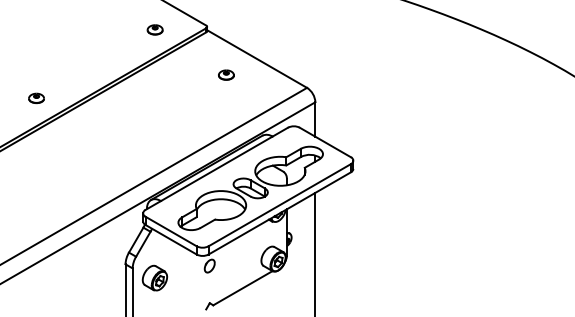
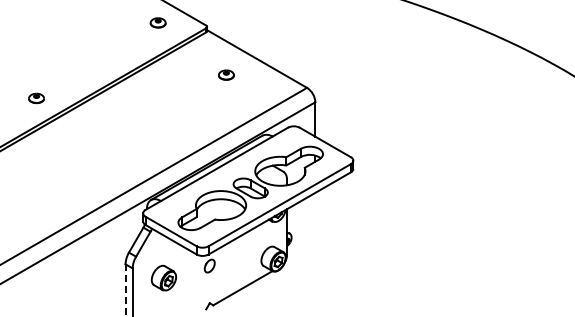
part at (154, 29) position: (154, 29) -> (157, 22)
line at (315, 252): present -> none
part at (154, 277) position: (154, 277) -> (163, 277)
line at (125, 290): solid -> dashed
